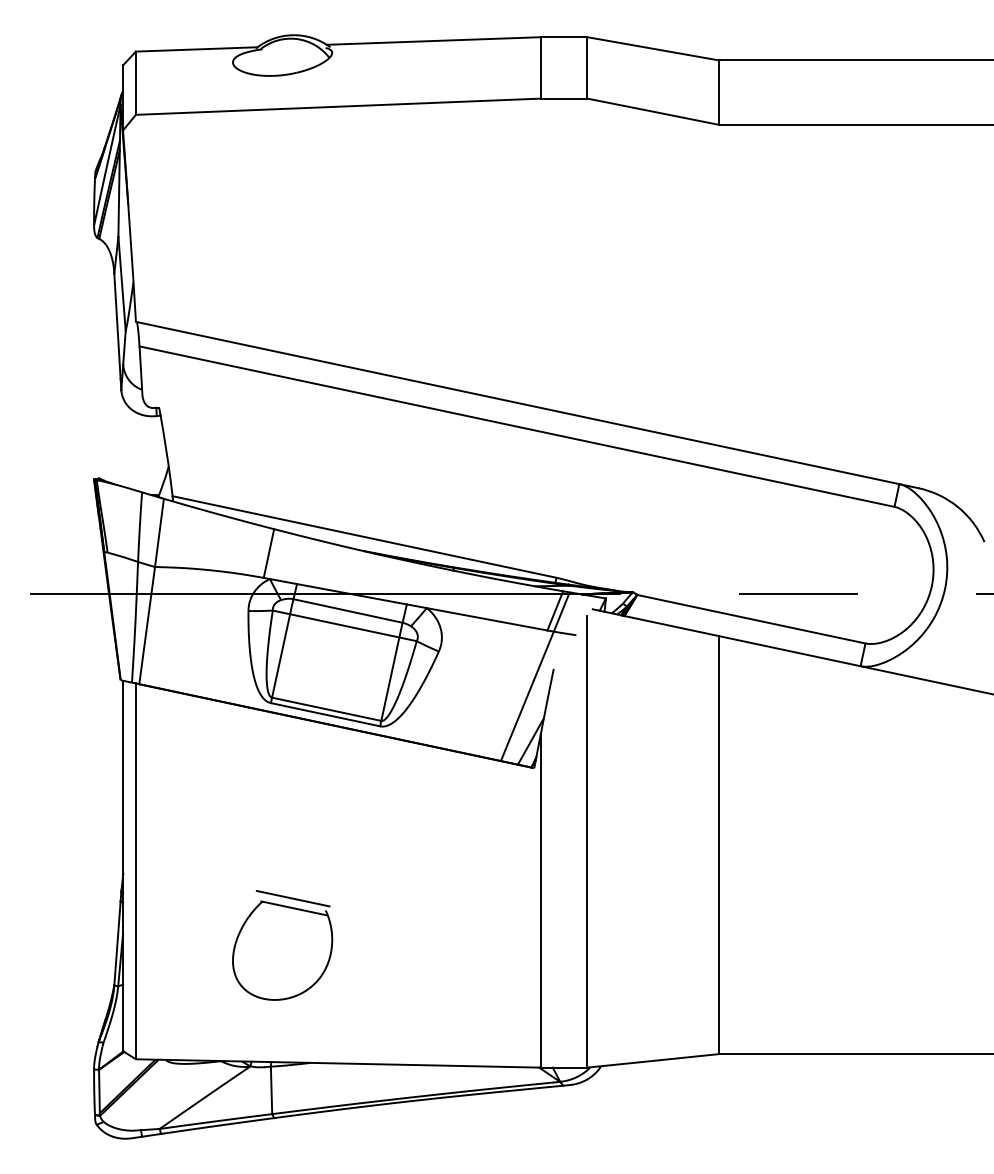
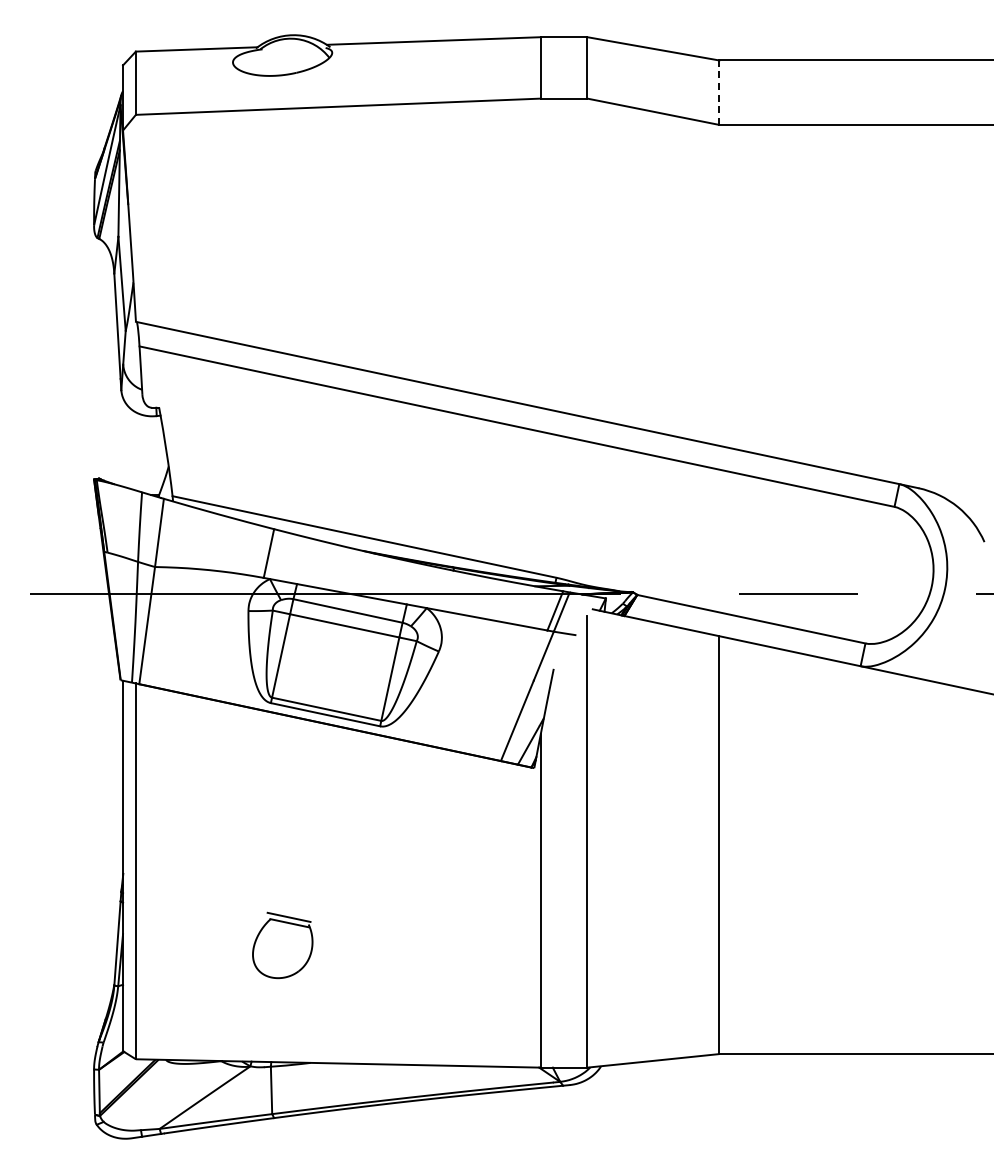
line at (719, 92): solid -> dashed
part at (282, 945) size: 102x111 px -> 62x69 px
